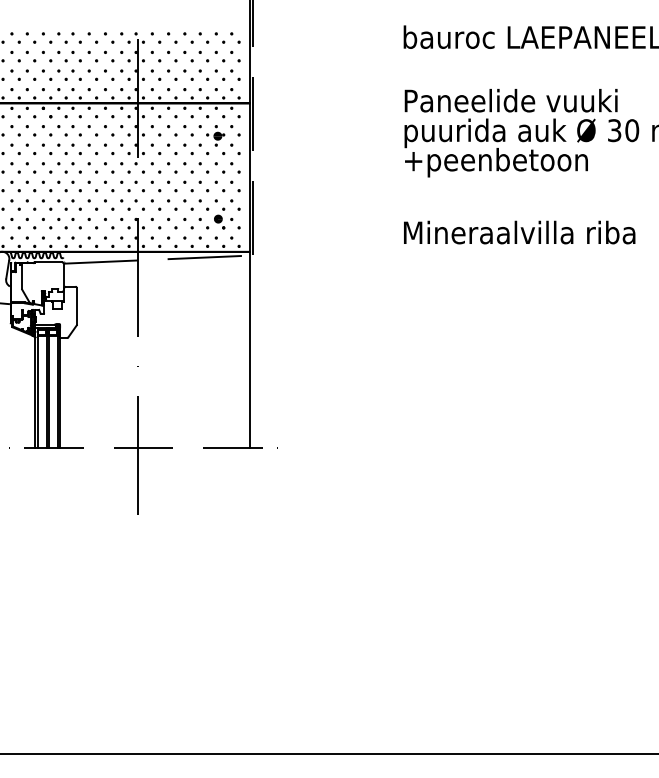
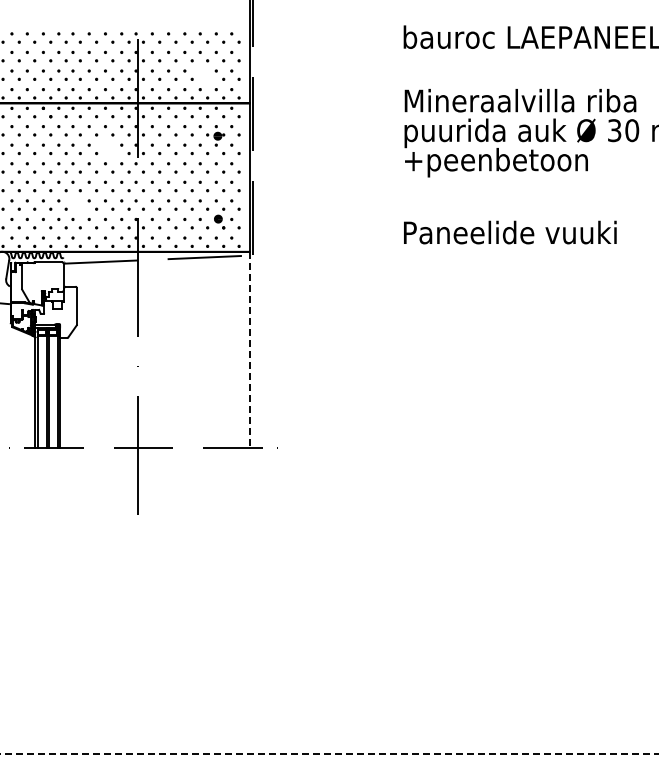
part at (203, 74): present -> none
text at (521, 100): Paneelide vuuki -> Mineraalvilla riba
part at (109, 149): present -> none
part at (76, 204): present -> none
text at (520, 232): Mineraalvilla riba -> Paneelide vuuki
line at (249, 349): solid -> dashed
line at (329, 753): solid -> dashed
